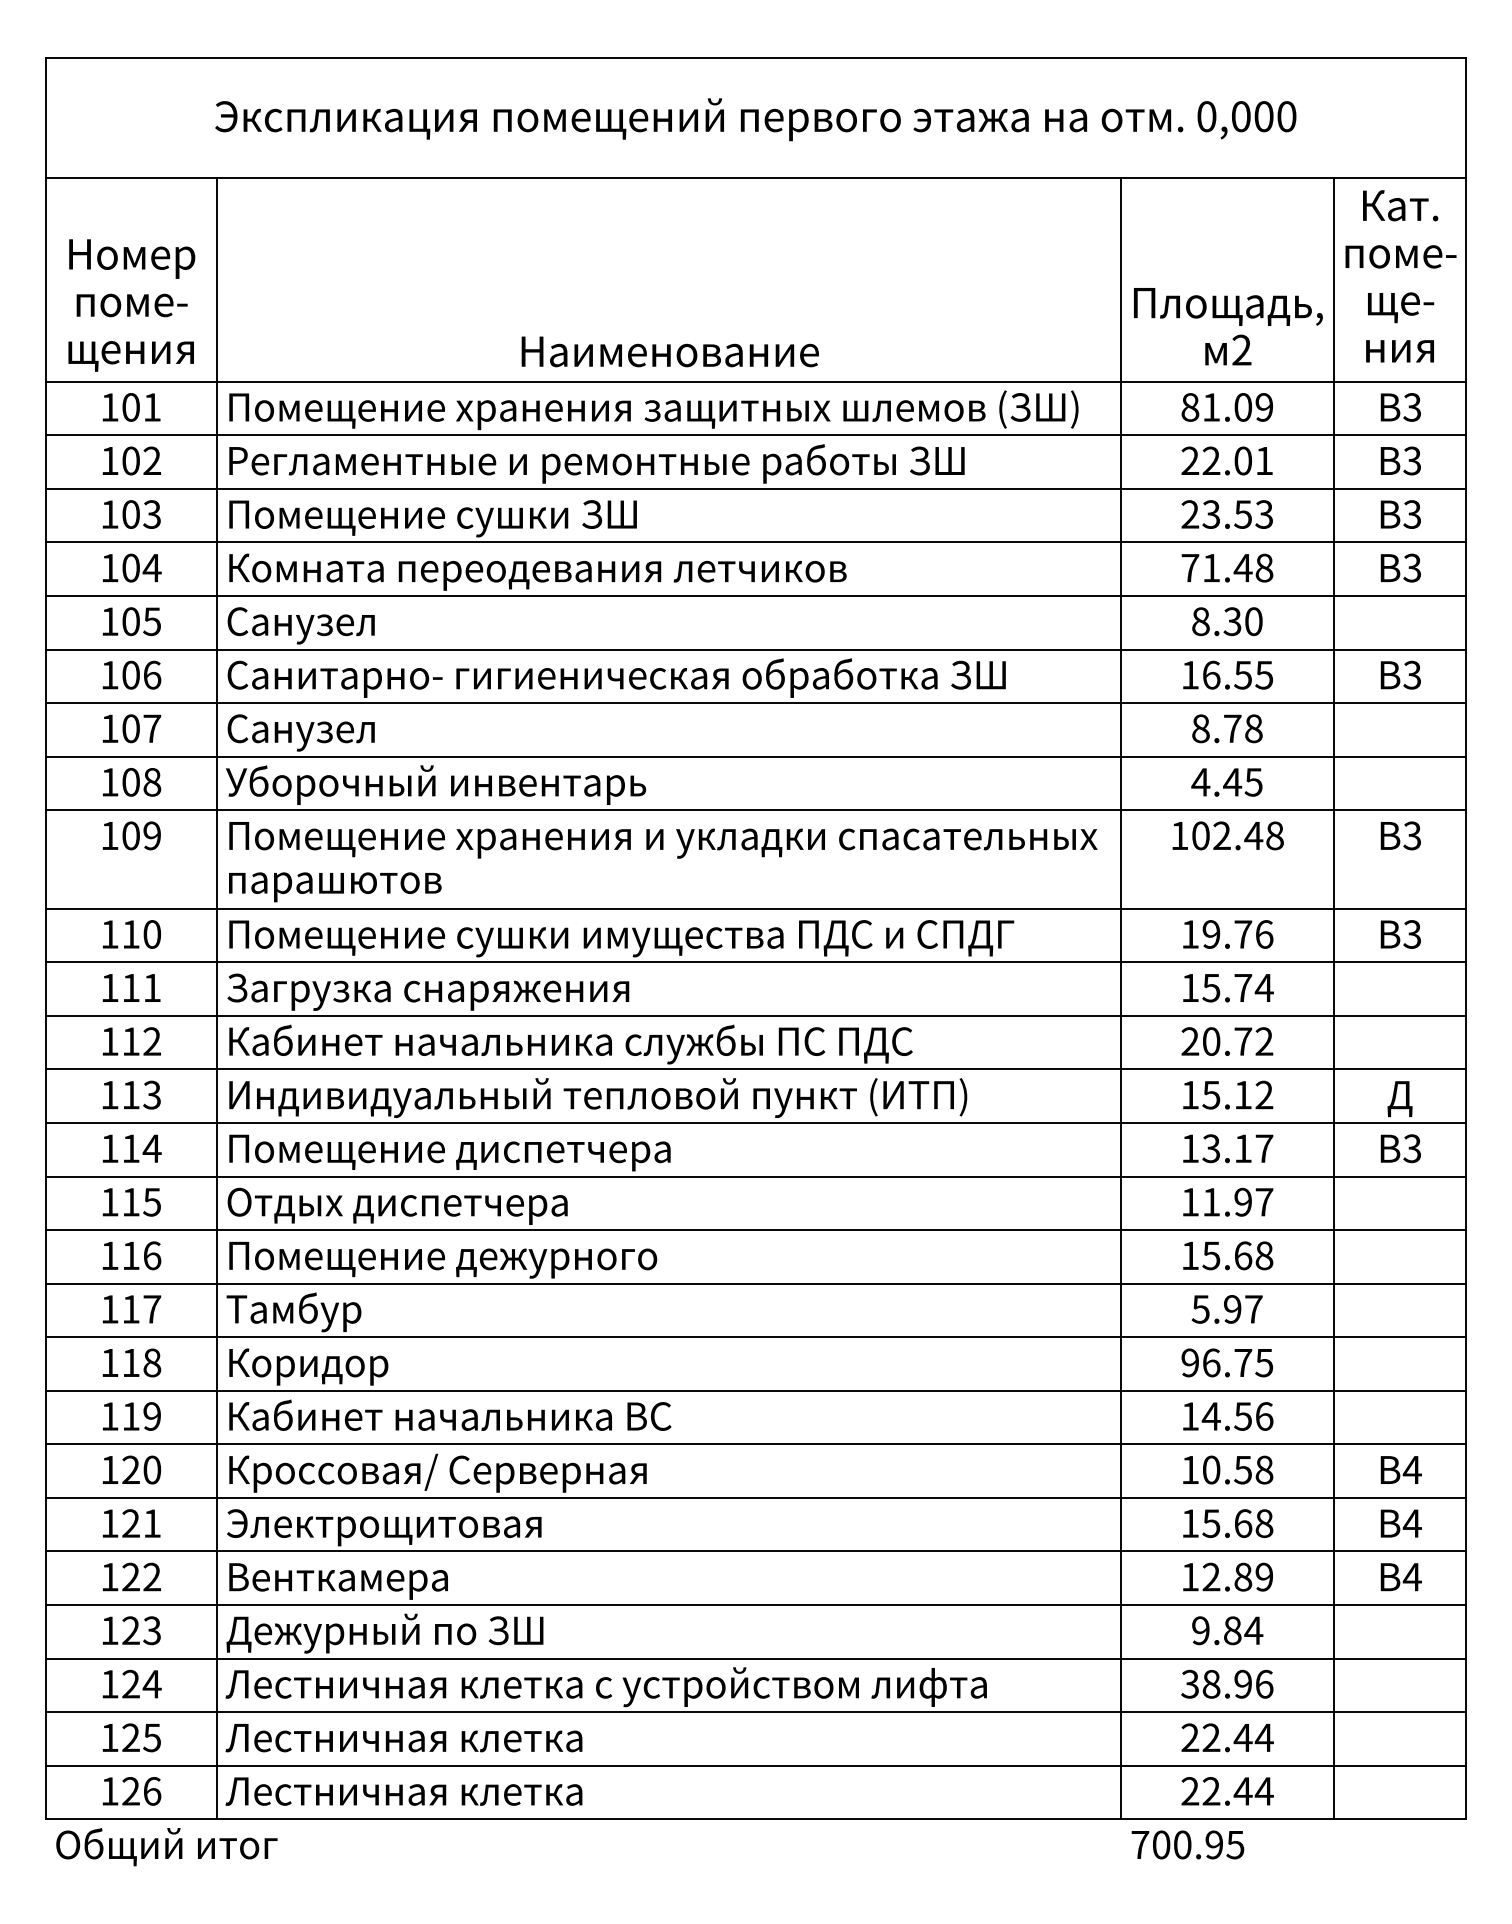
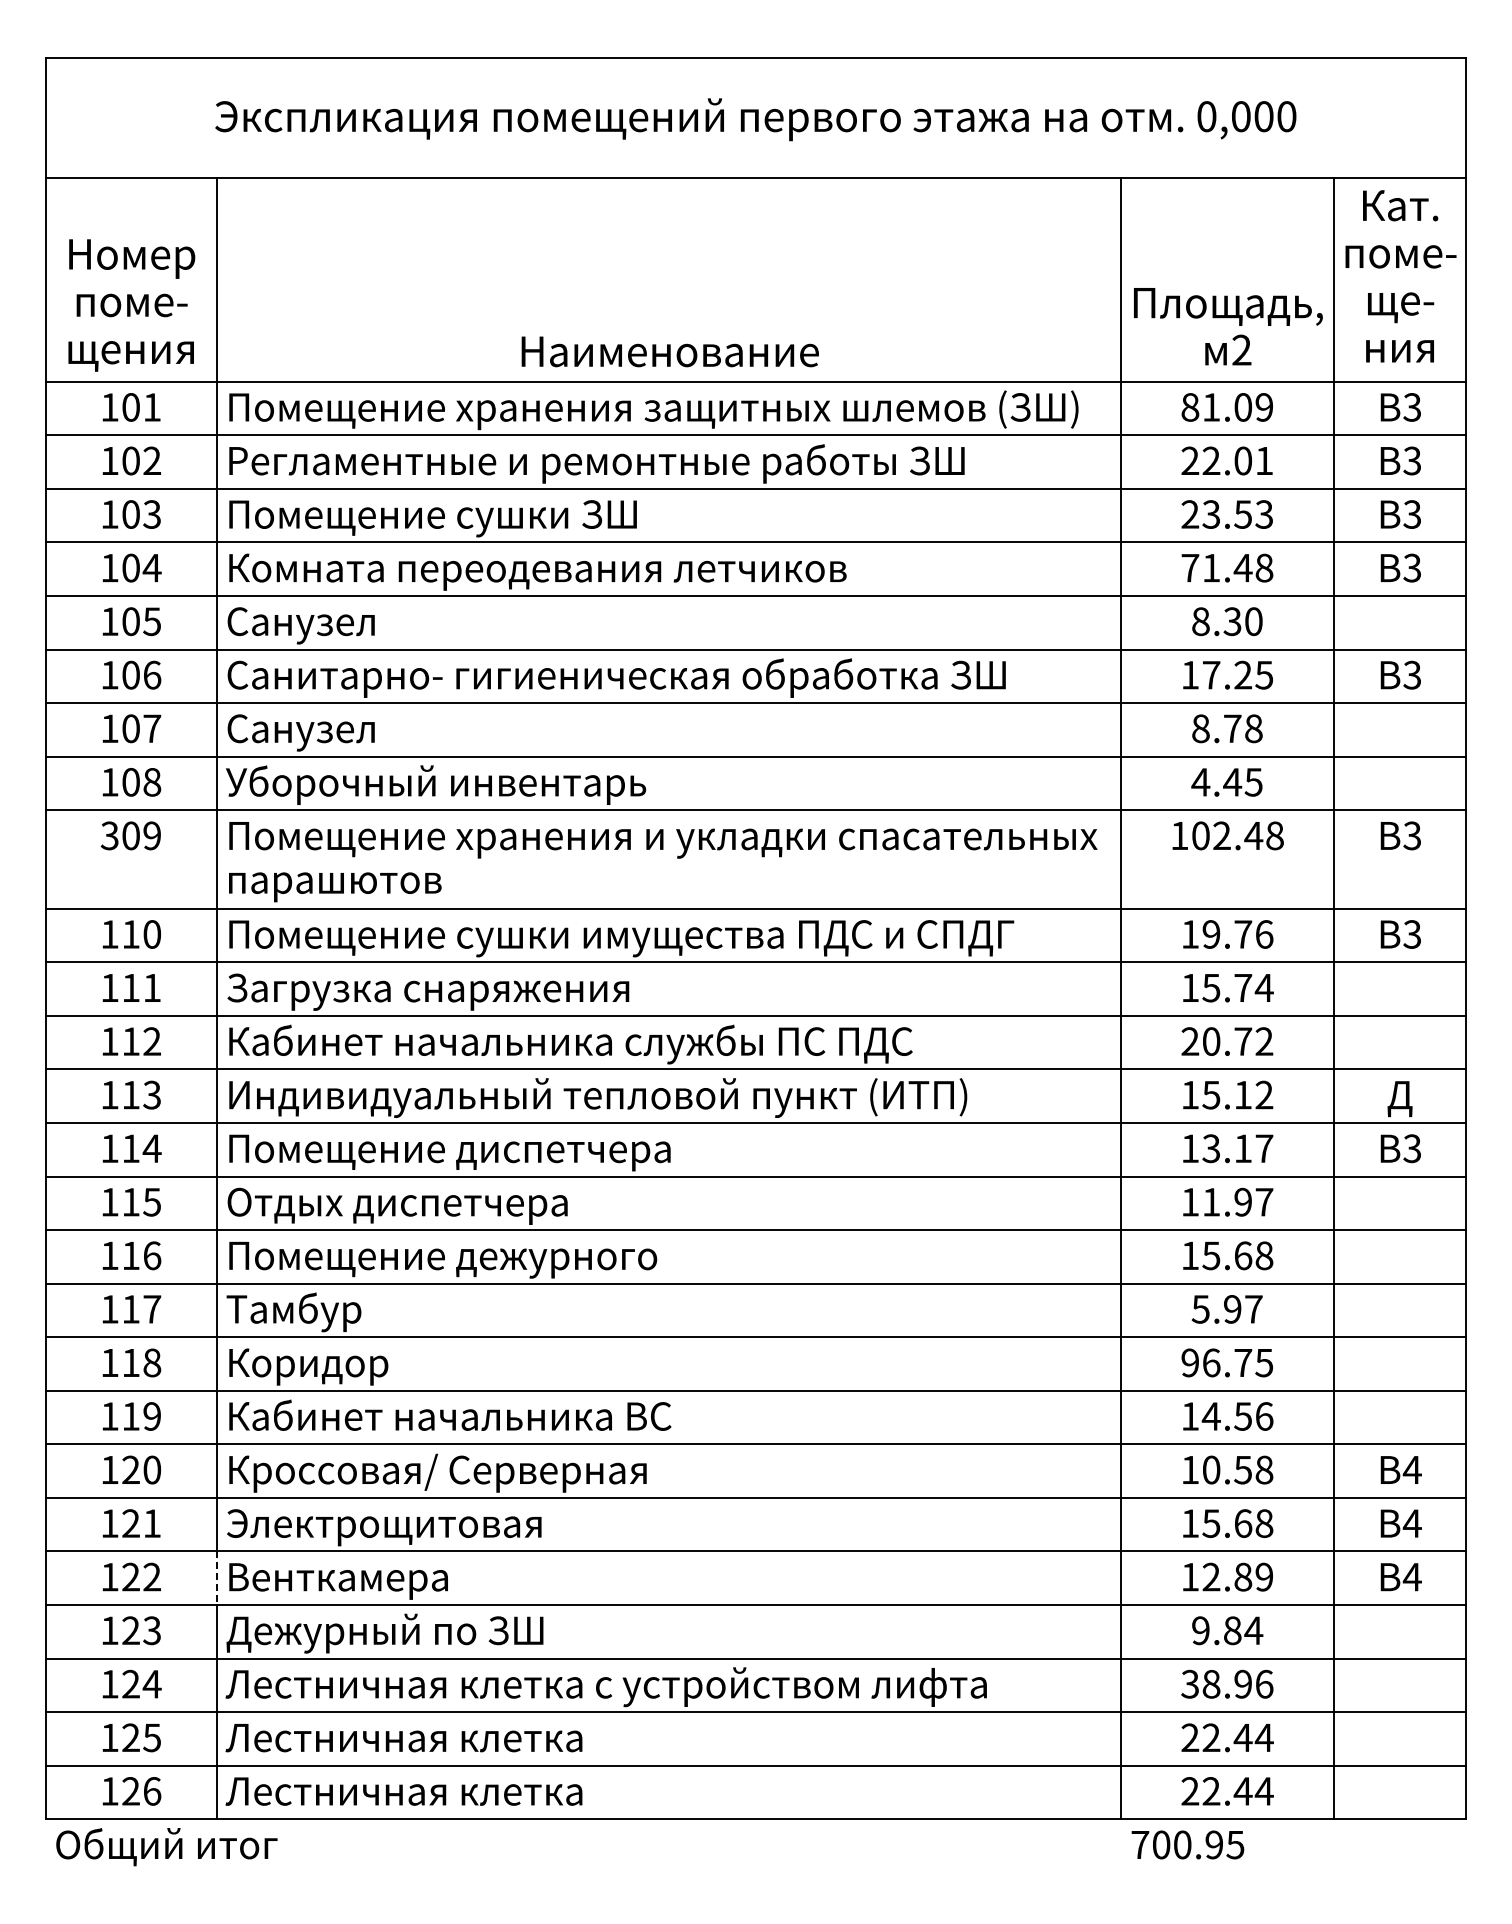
text at (1227, 674): 16.55 -> 17.25
text at (109, 835): 109 -> 309
line at (216, 1578): solid -> dashed
